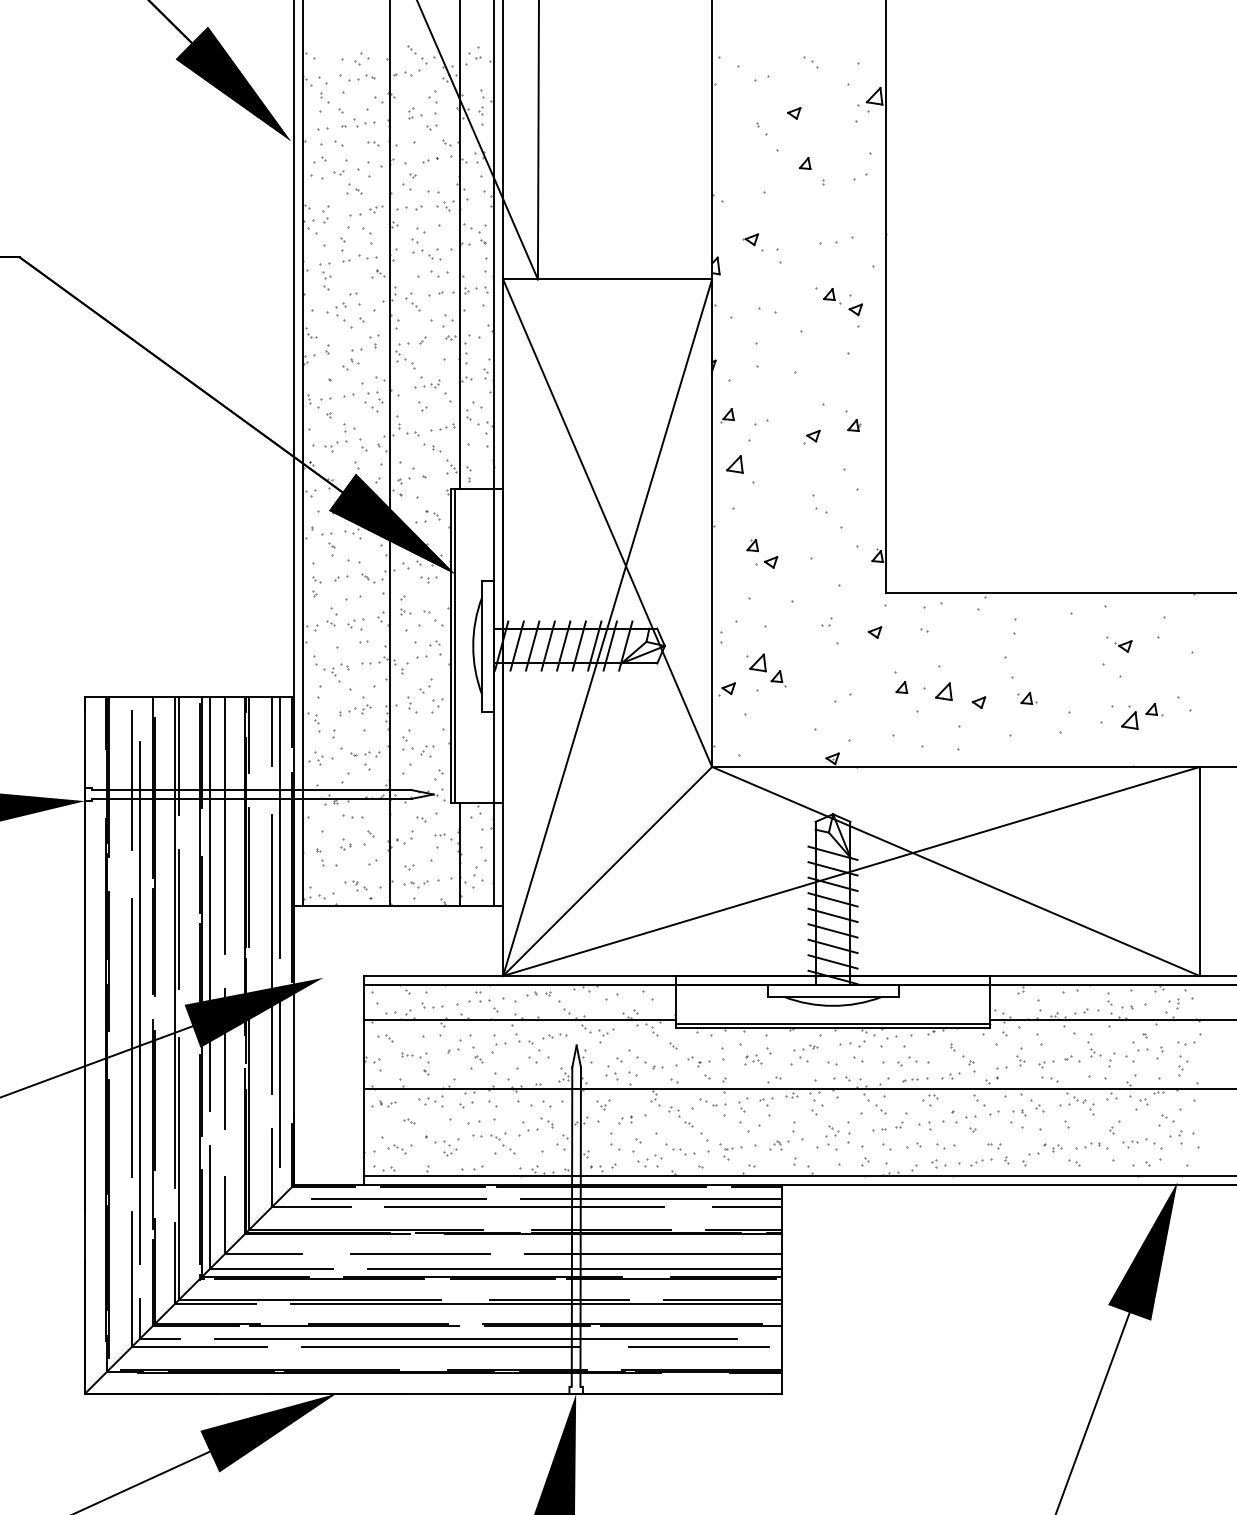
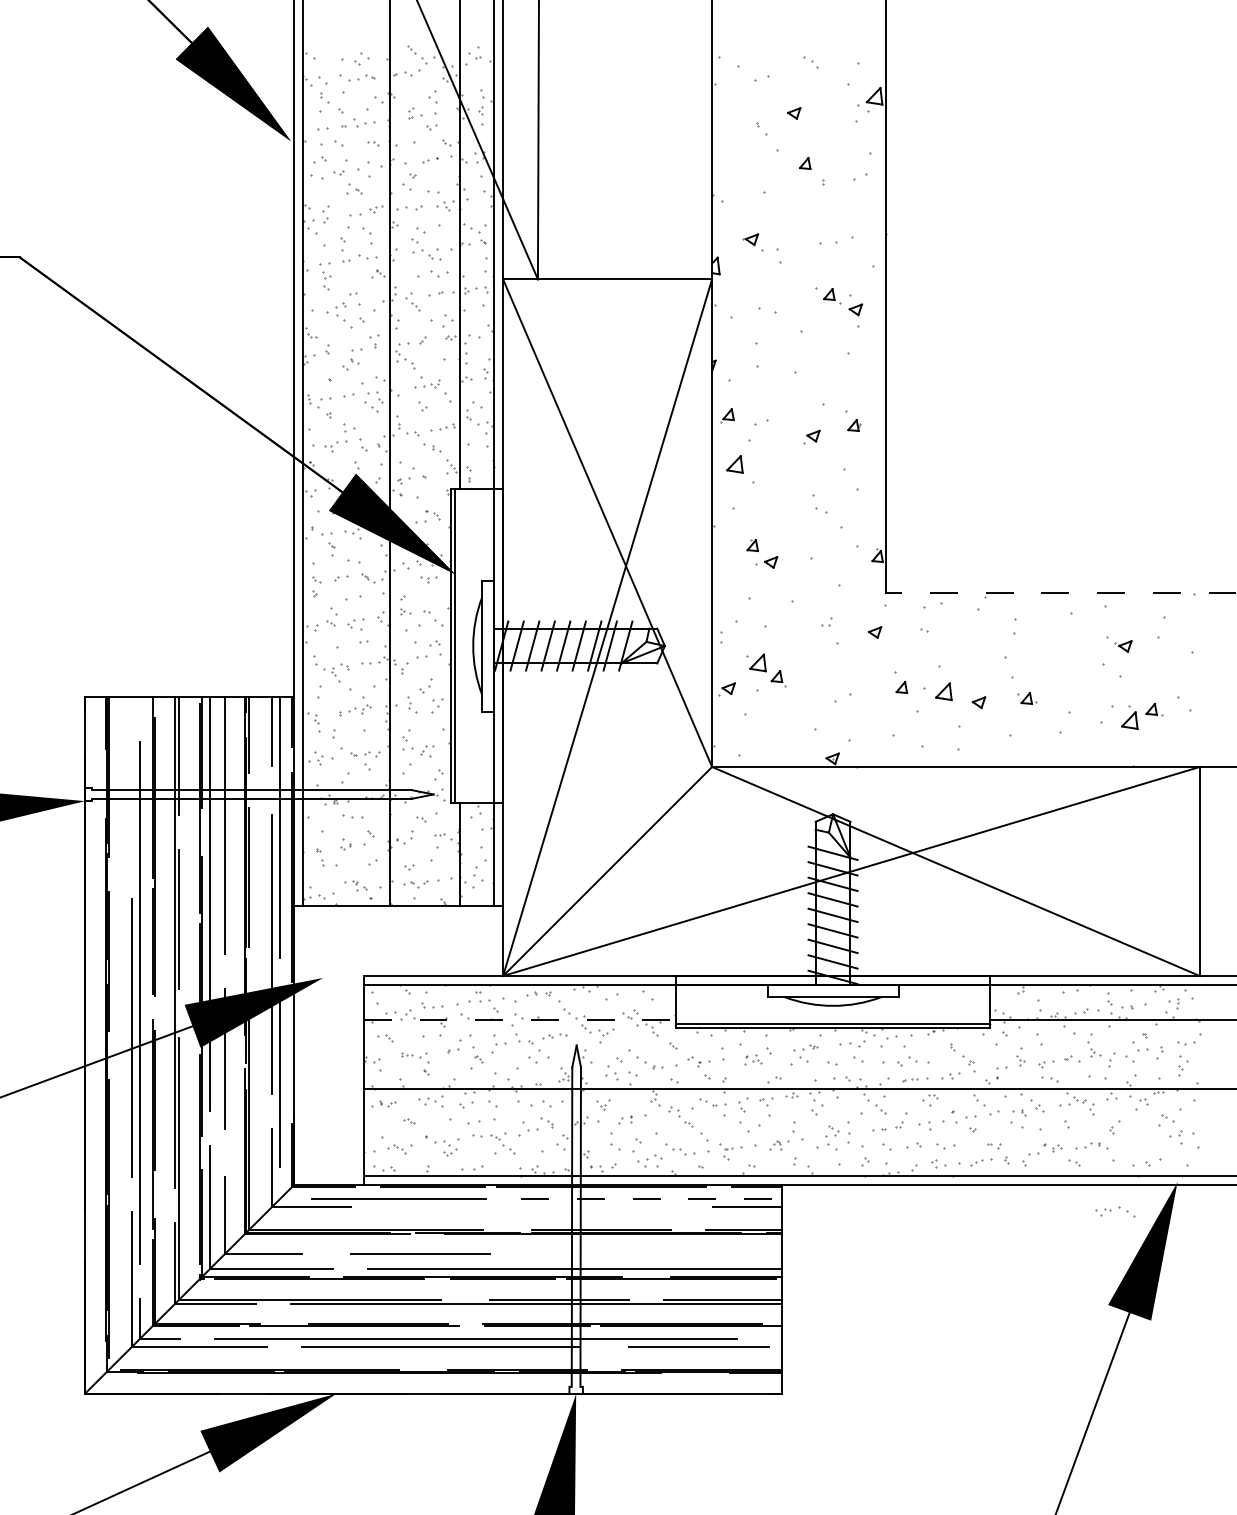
line at (1061, 592): solid -> dashed
line at (132, 779): present -> none
line at (520, 1019): solid -> dashed
part at (1142, 1143) position: (1142, 1143) -> (1115, 1211)
line at (651, 1199): solid -> dashed
line at (524, 1206): present -> none
line at (652, 1253): present -> none
